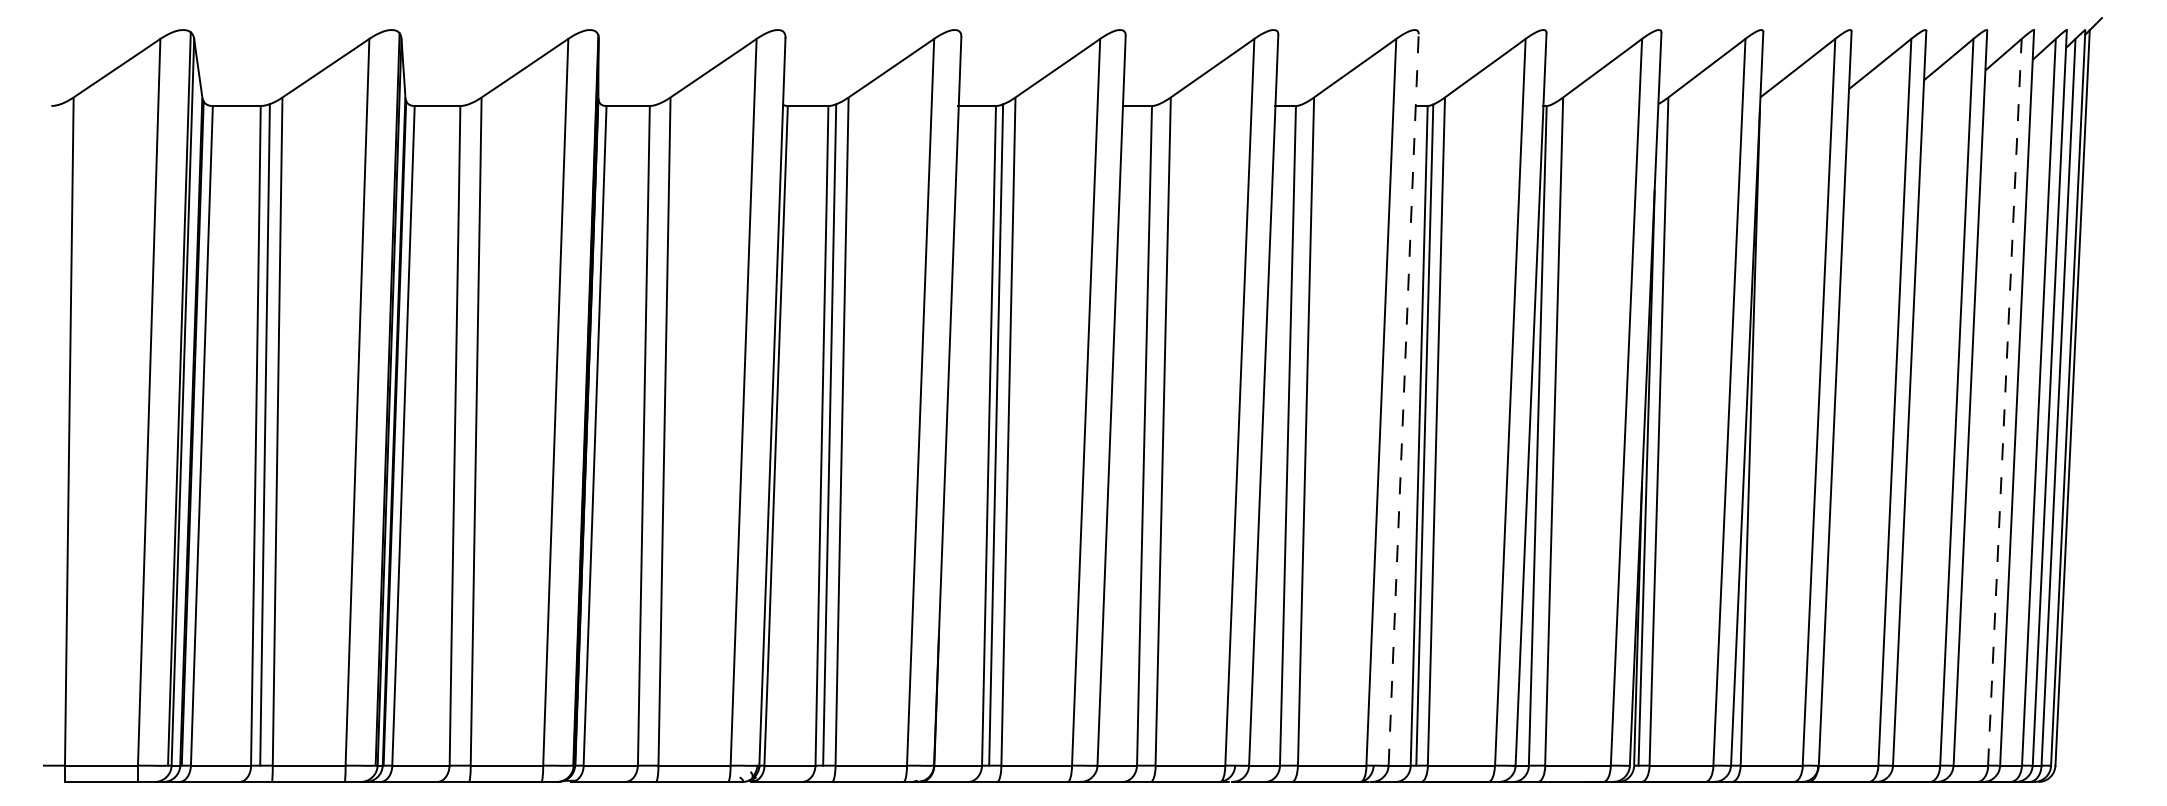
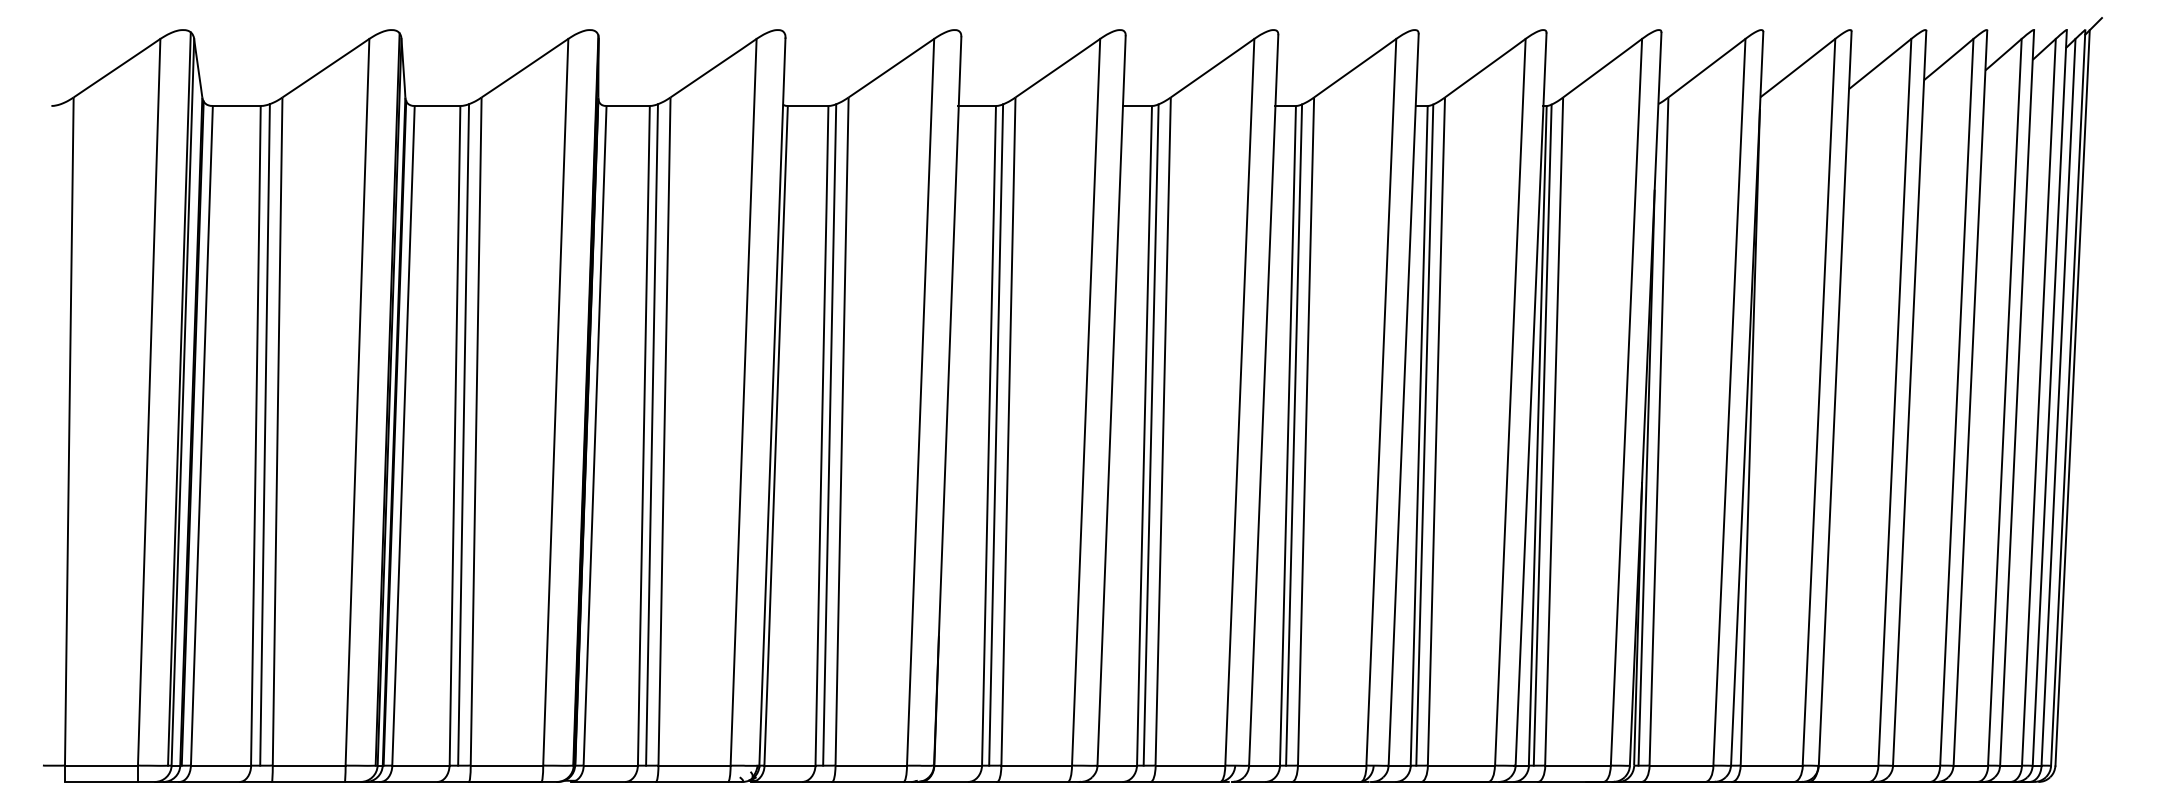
line at (1403, 400): dashed -> solid
line at (2004, 402): dashed -> solid
line at (463, 434): none -> present
line at (651, 434): none -> present
line at (1150, 434): none -> present
line at (1294, 434): none -> present
line at (1542, 434): none -> present
